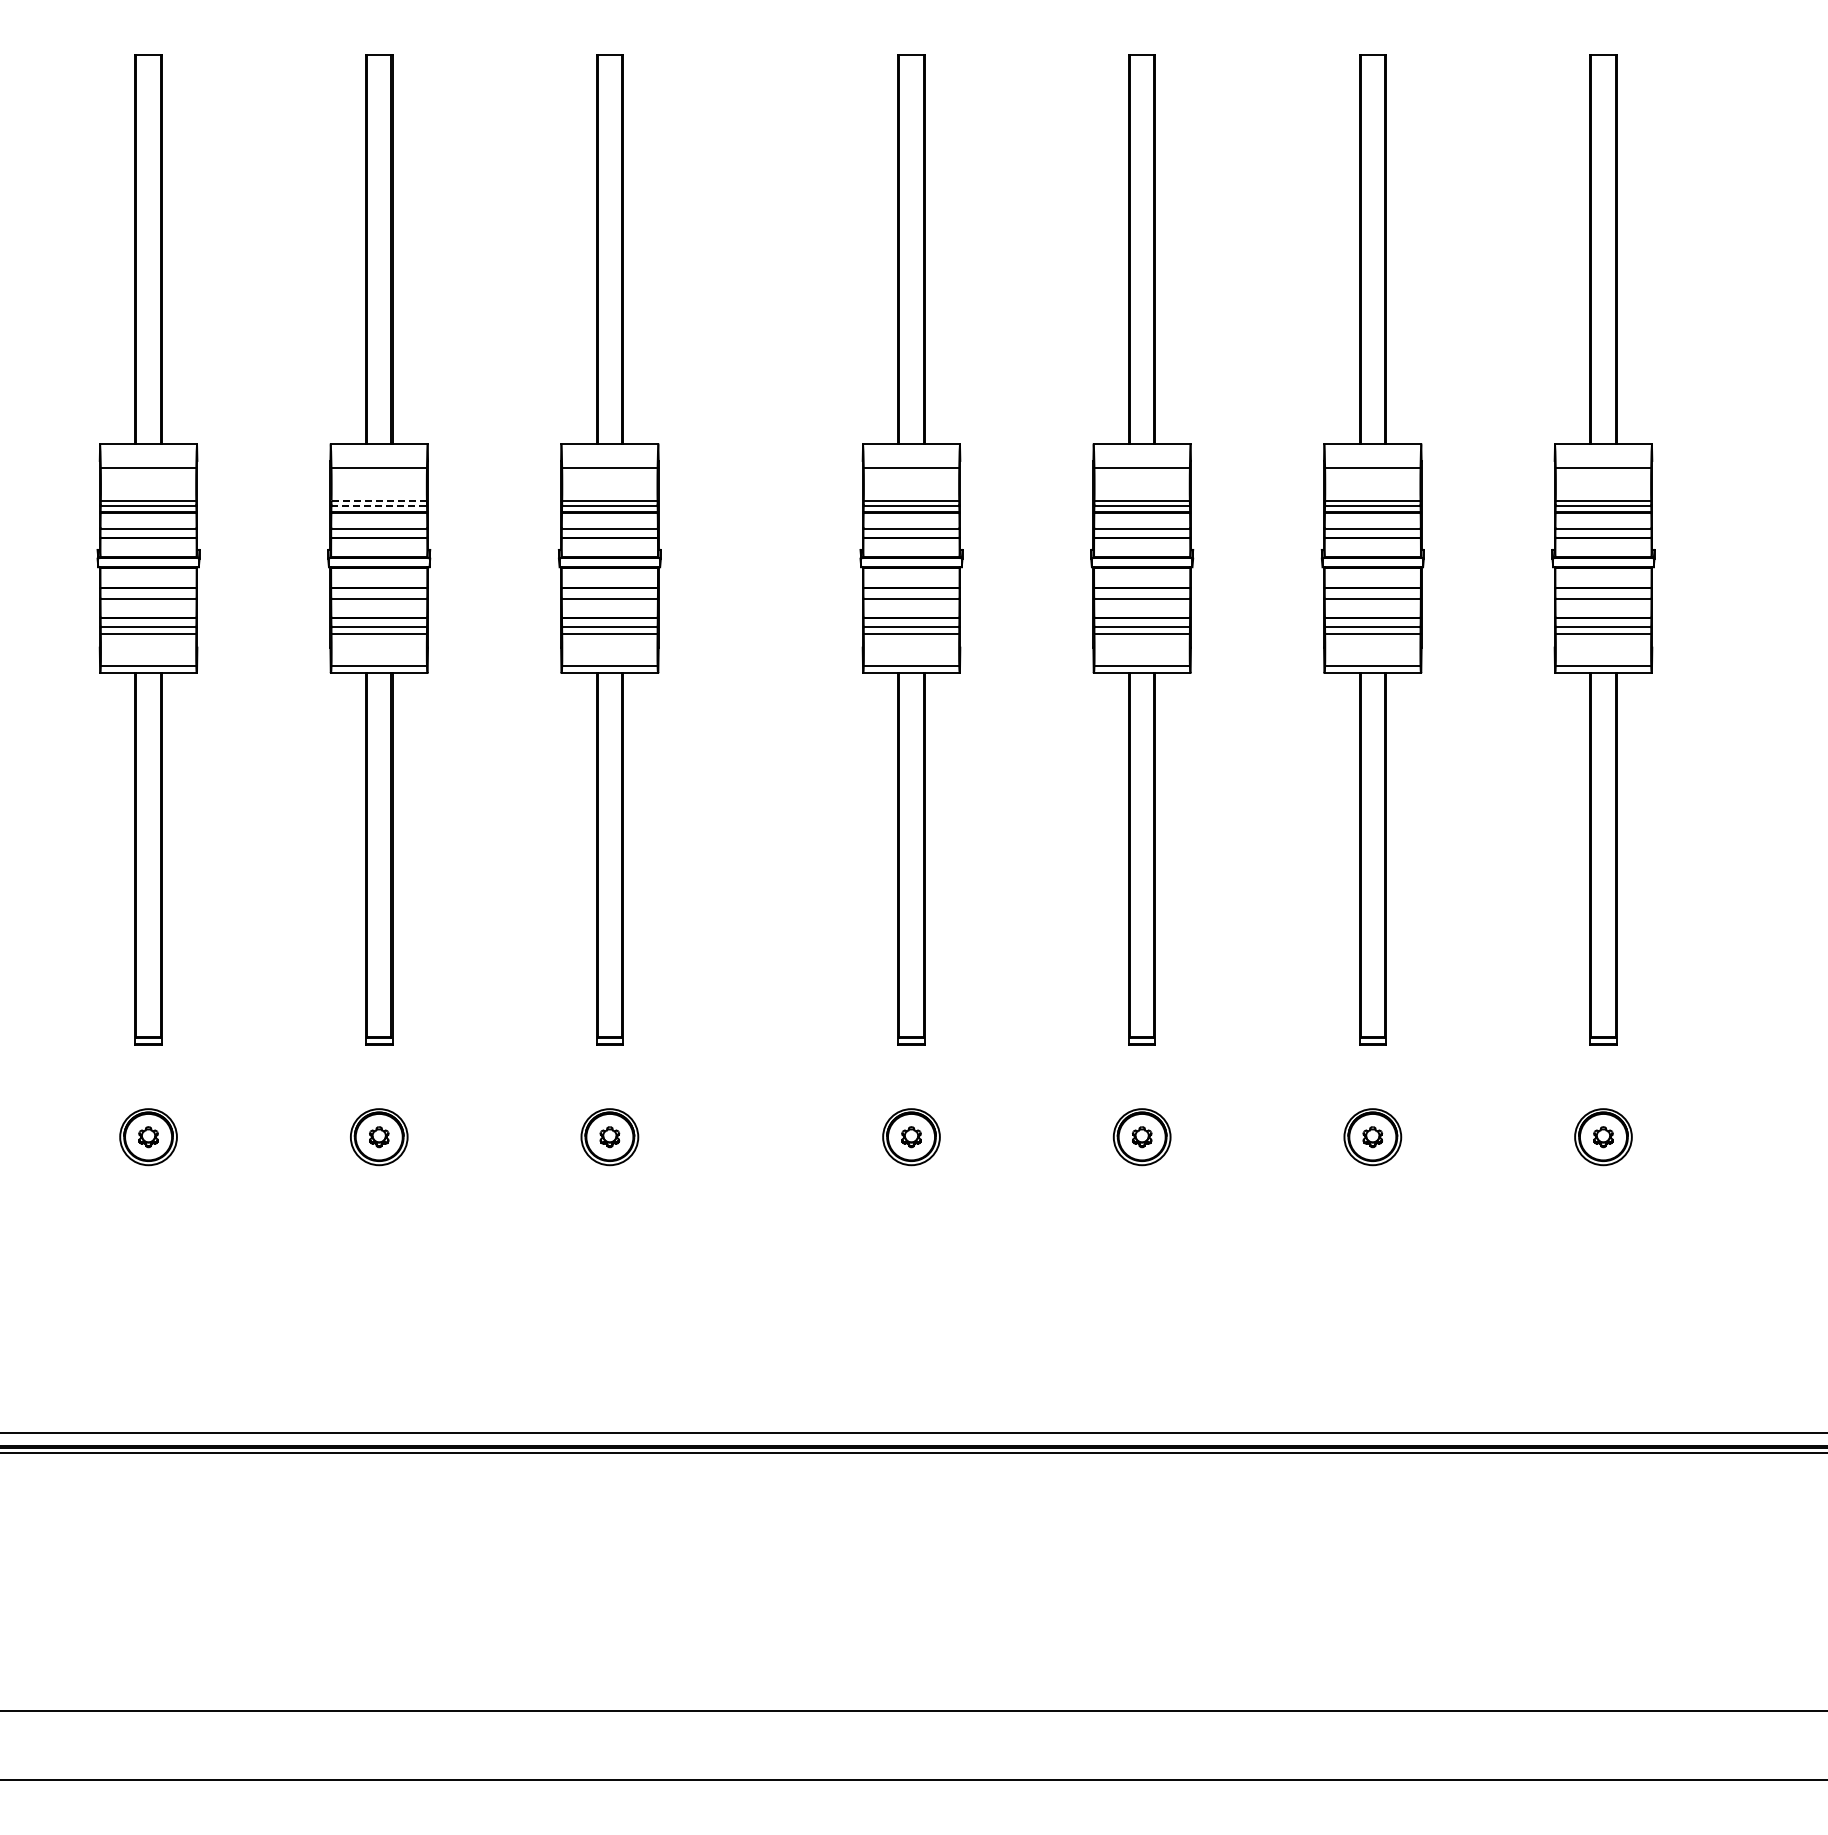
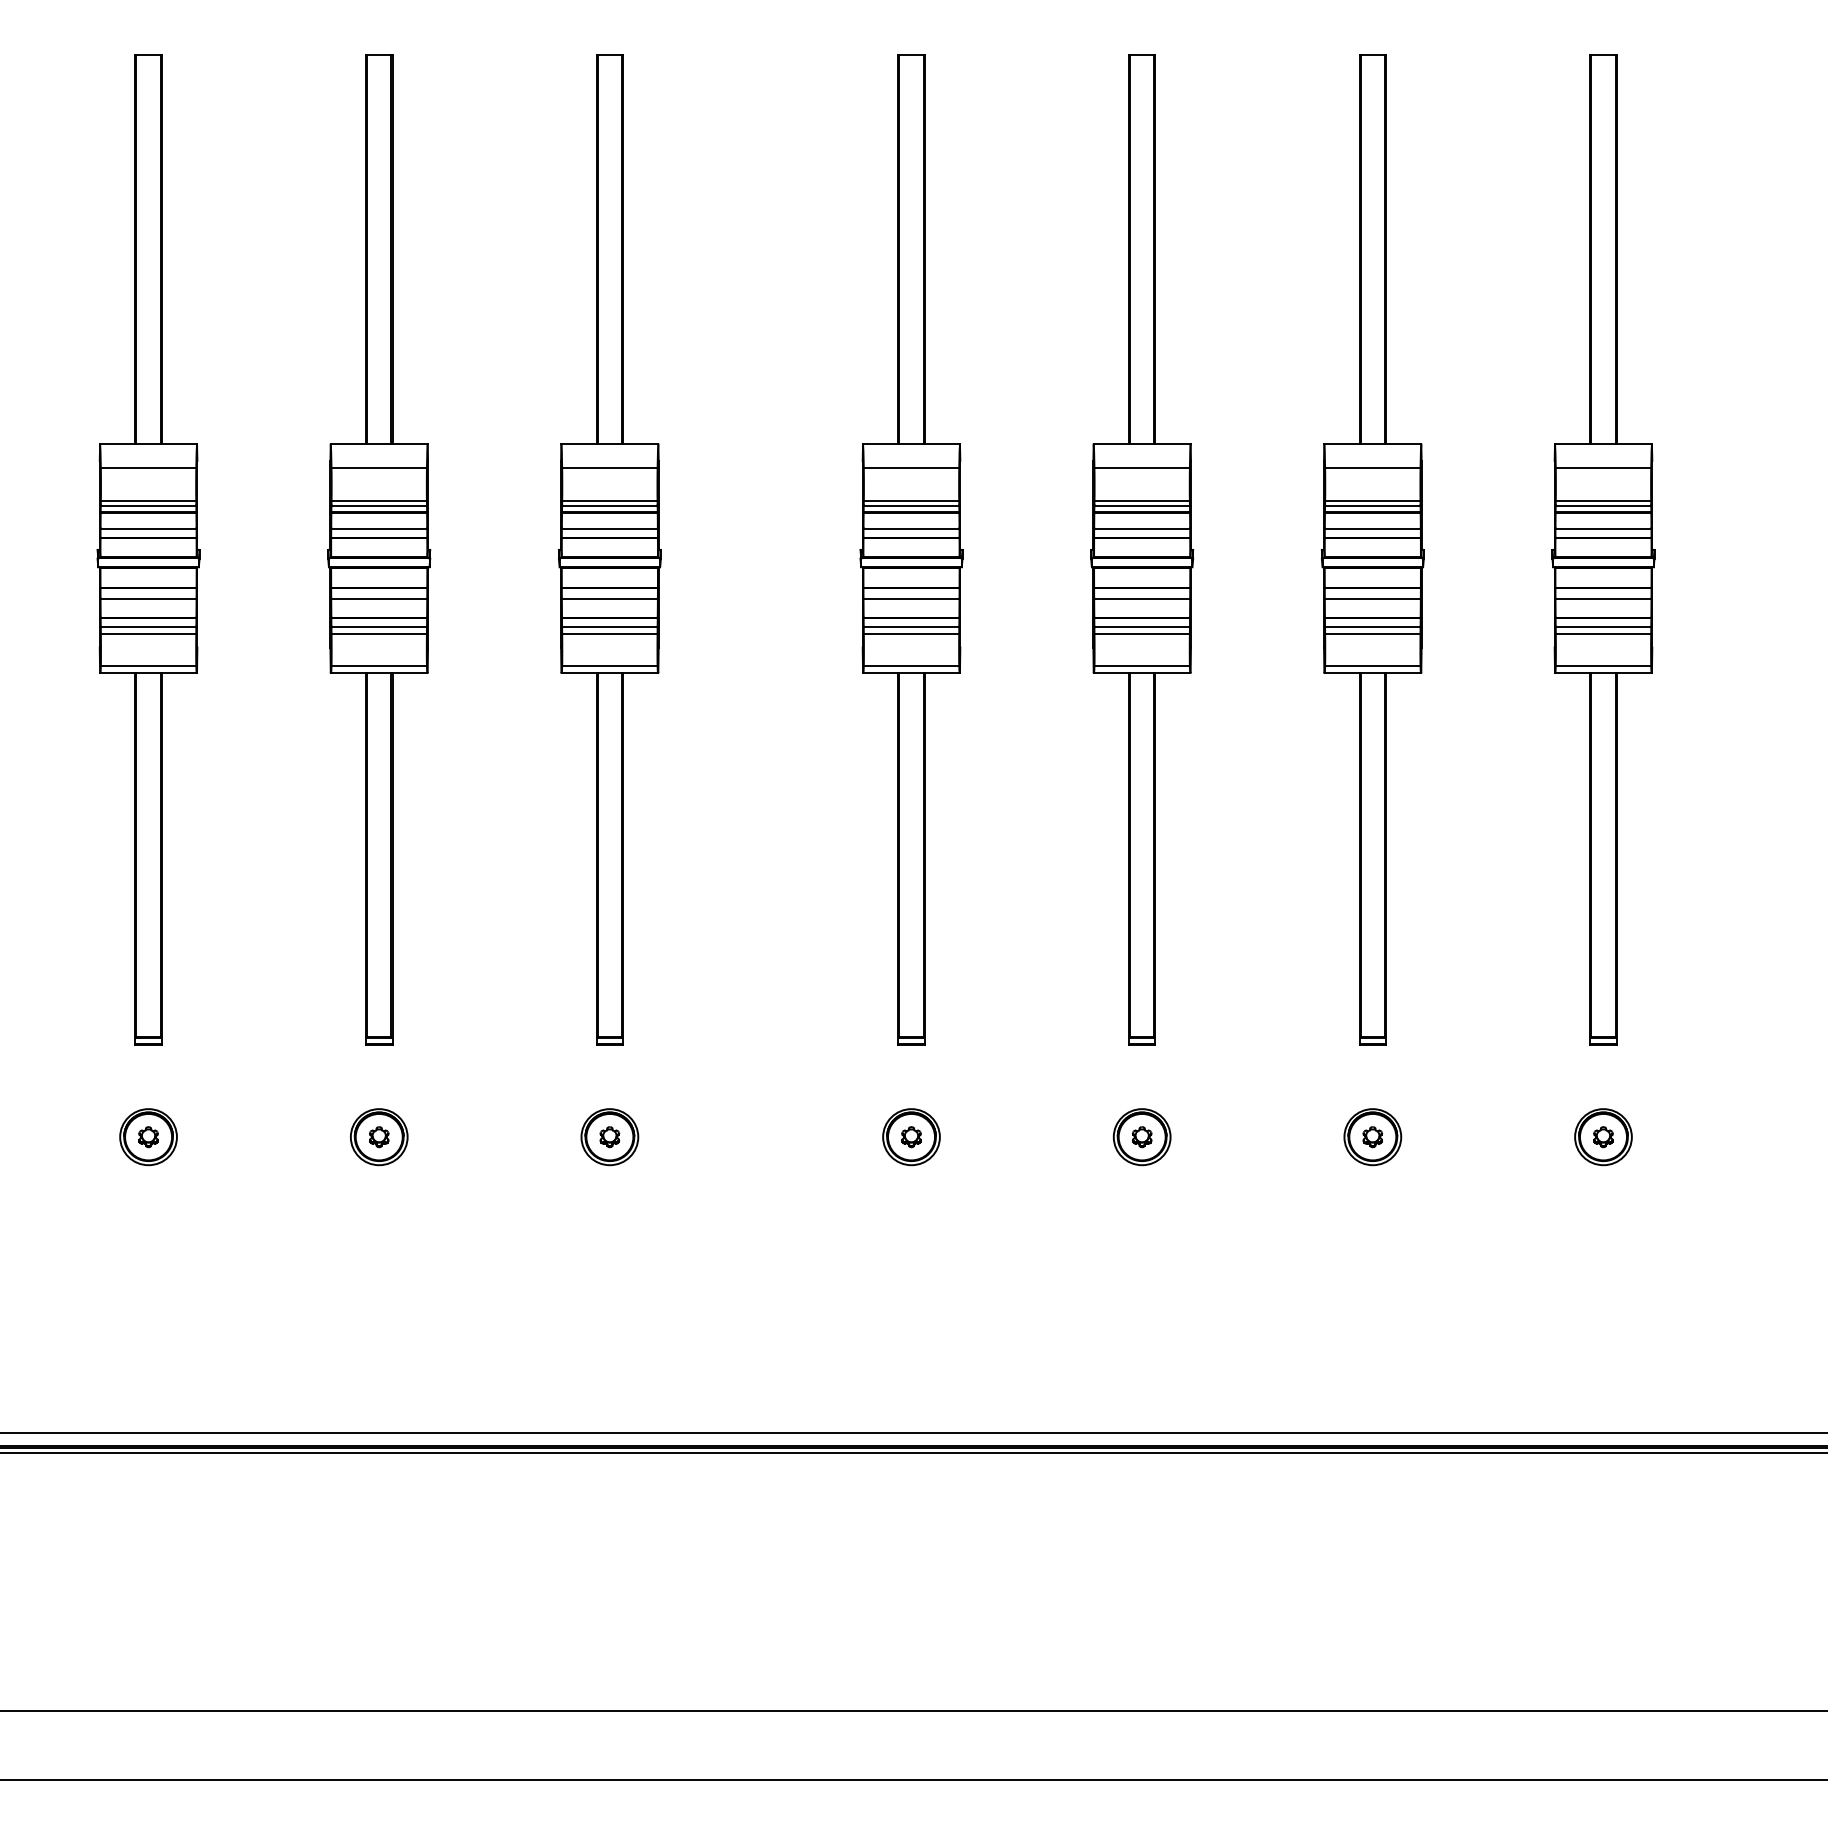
line at (379, 500): dashed -> solid
line at (379, 506): dashed -> solid
